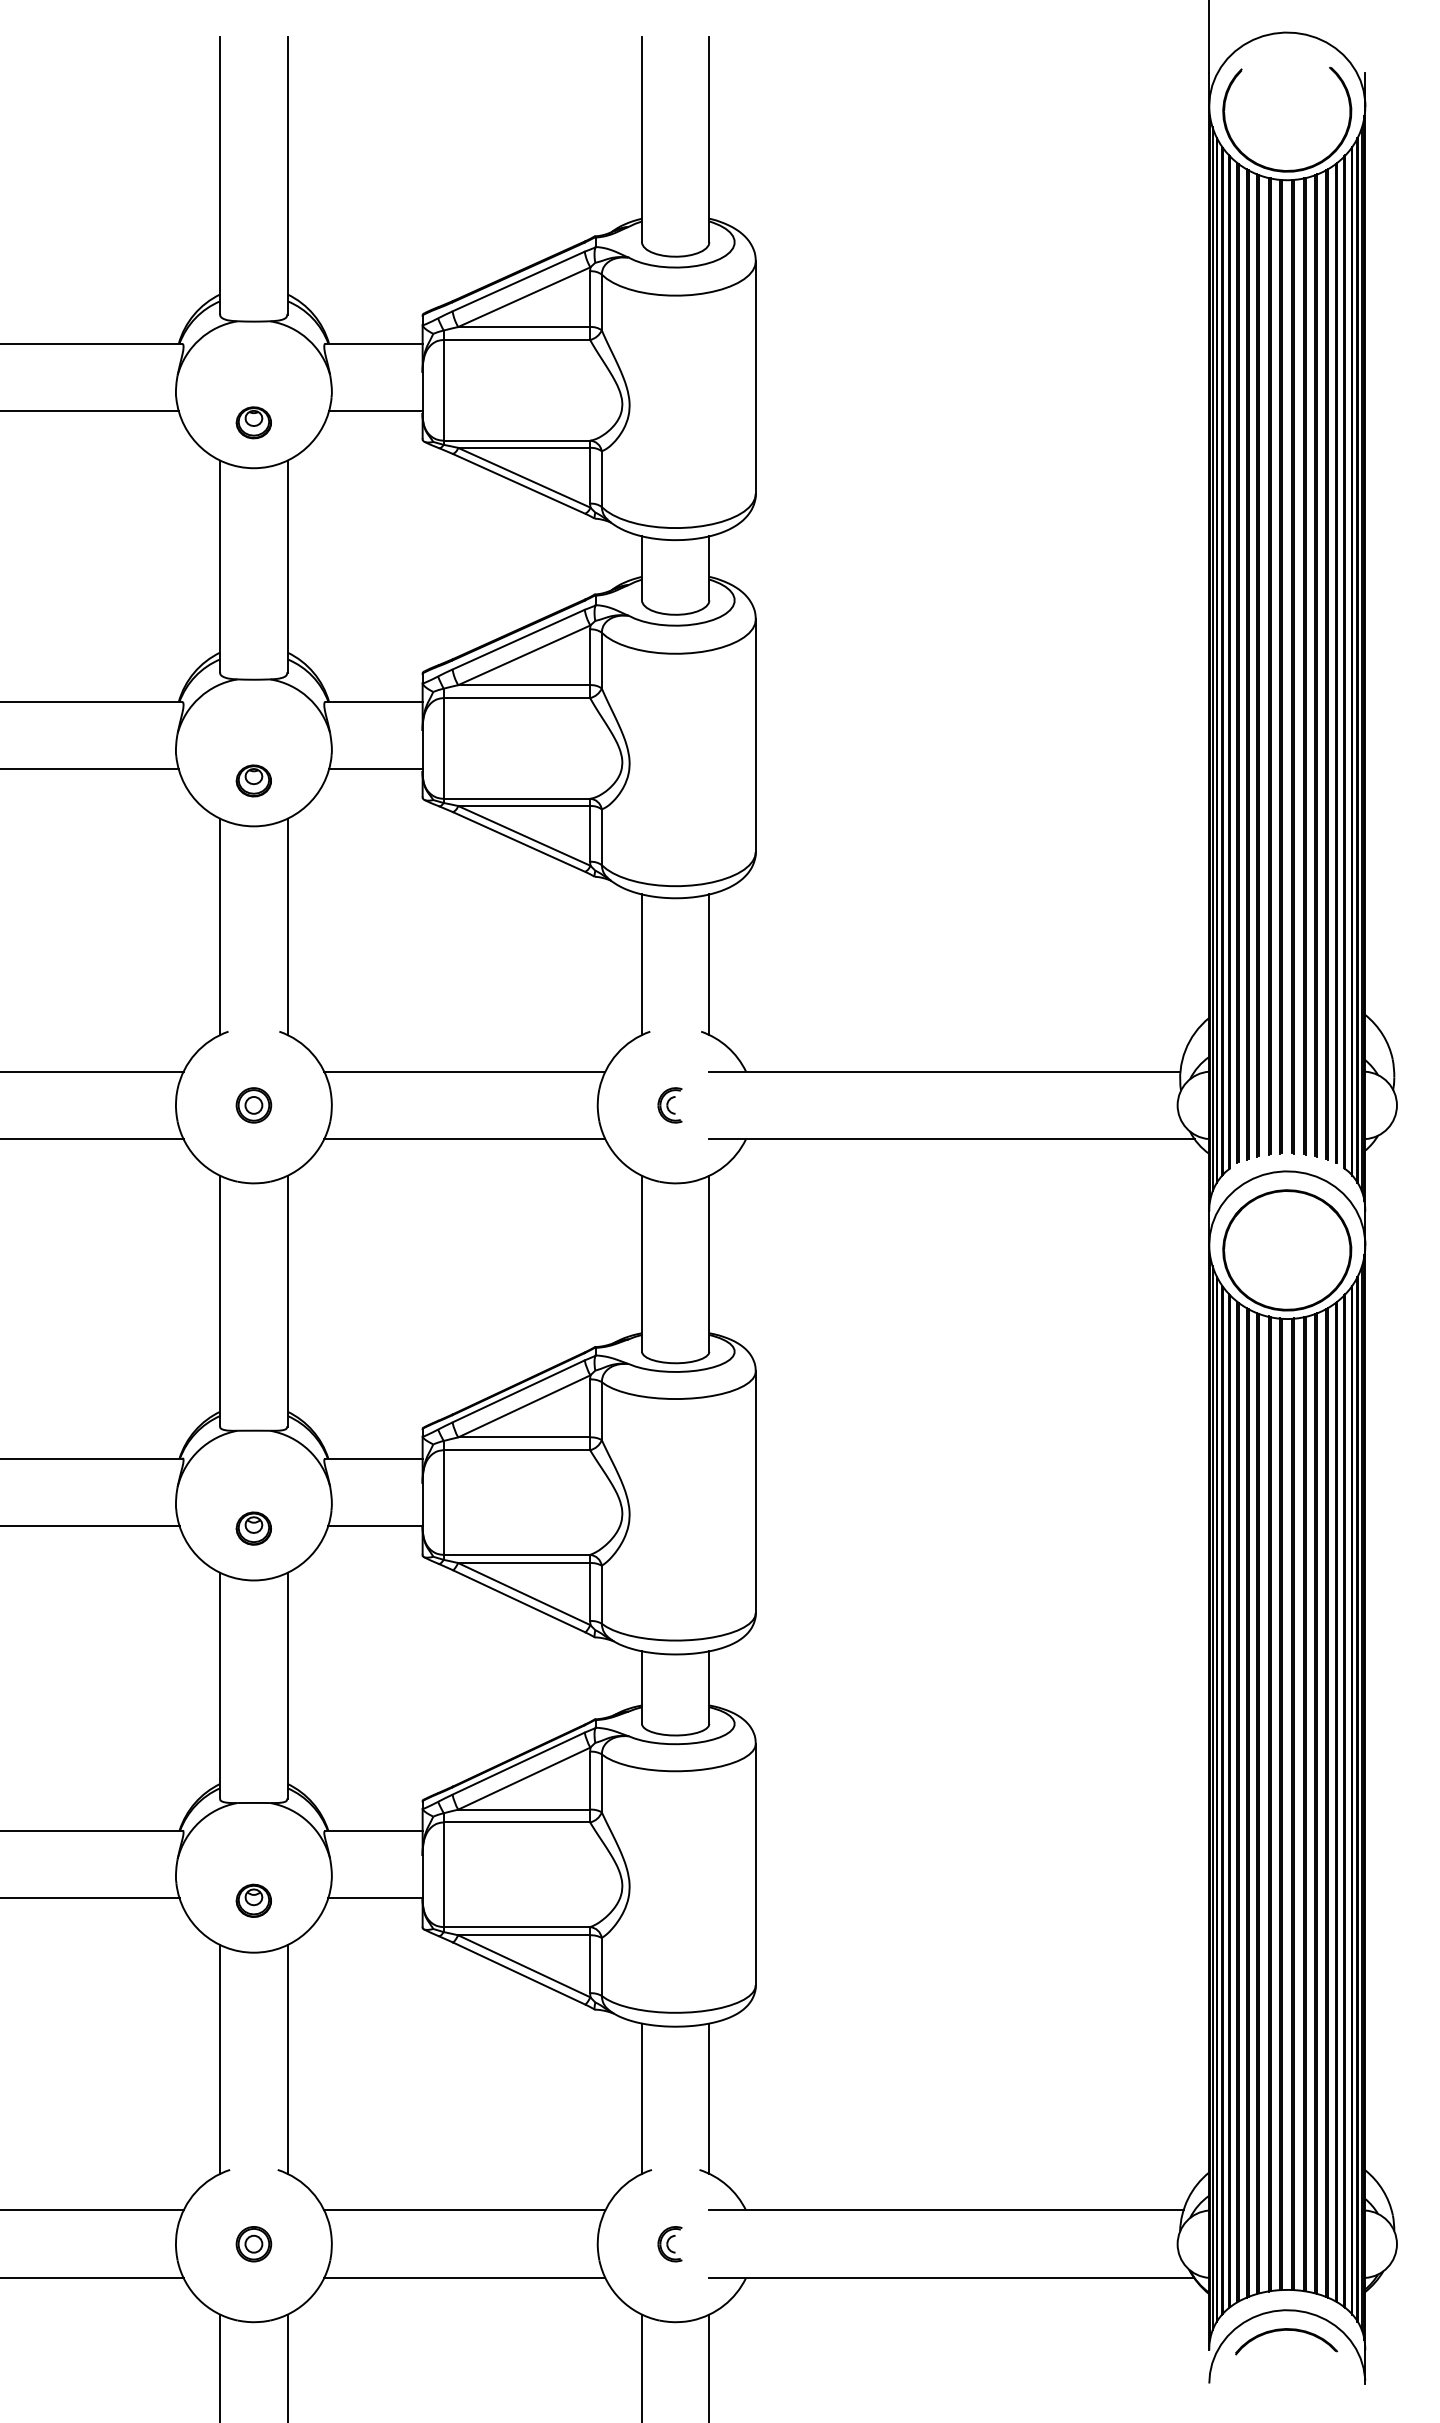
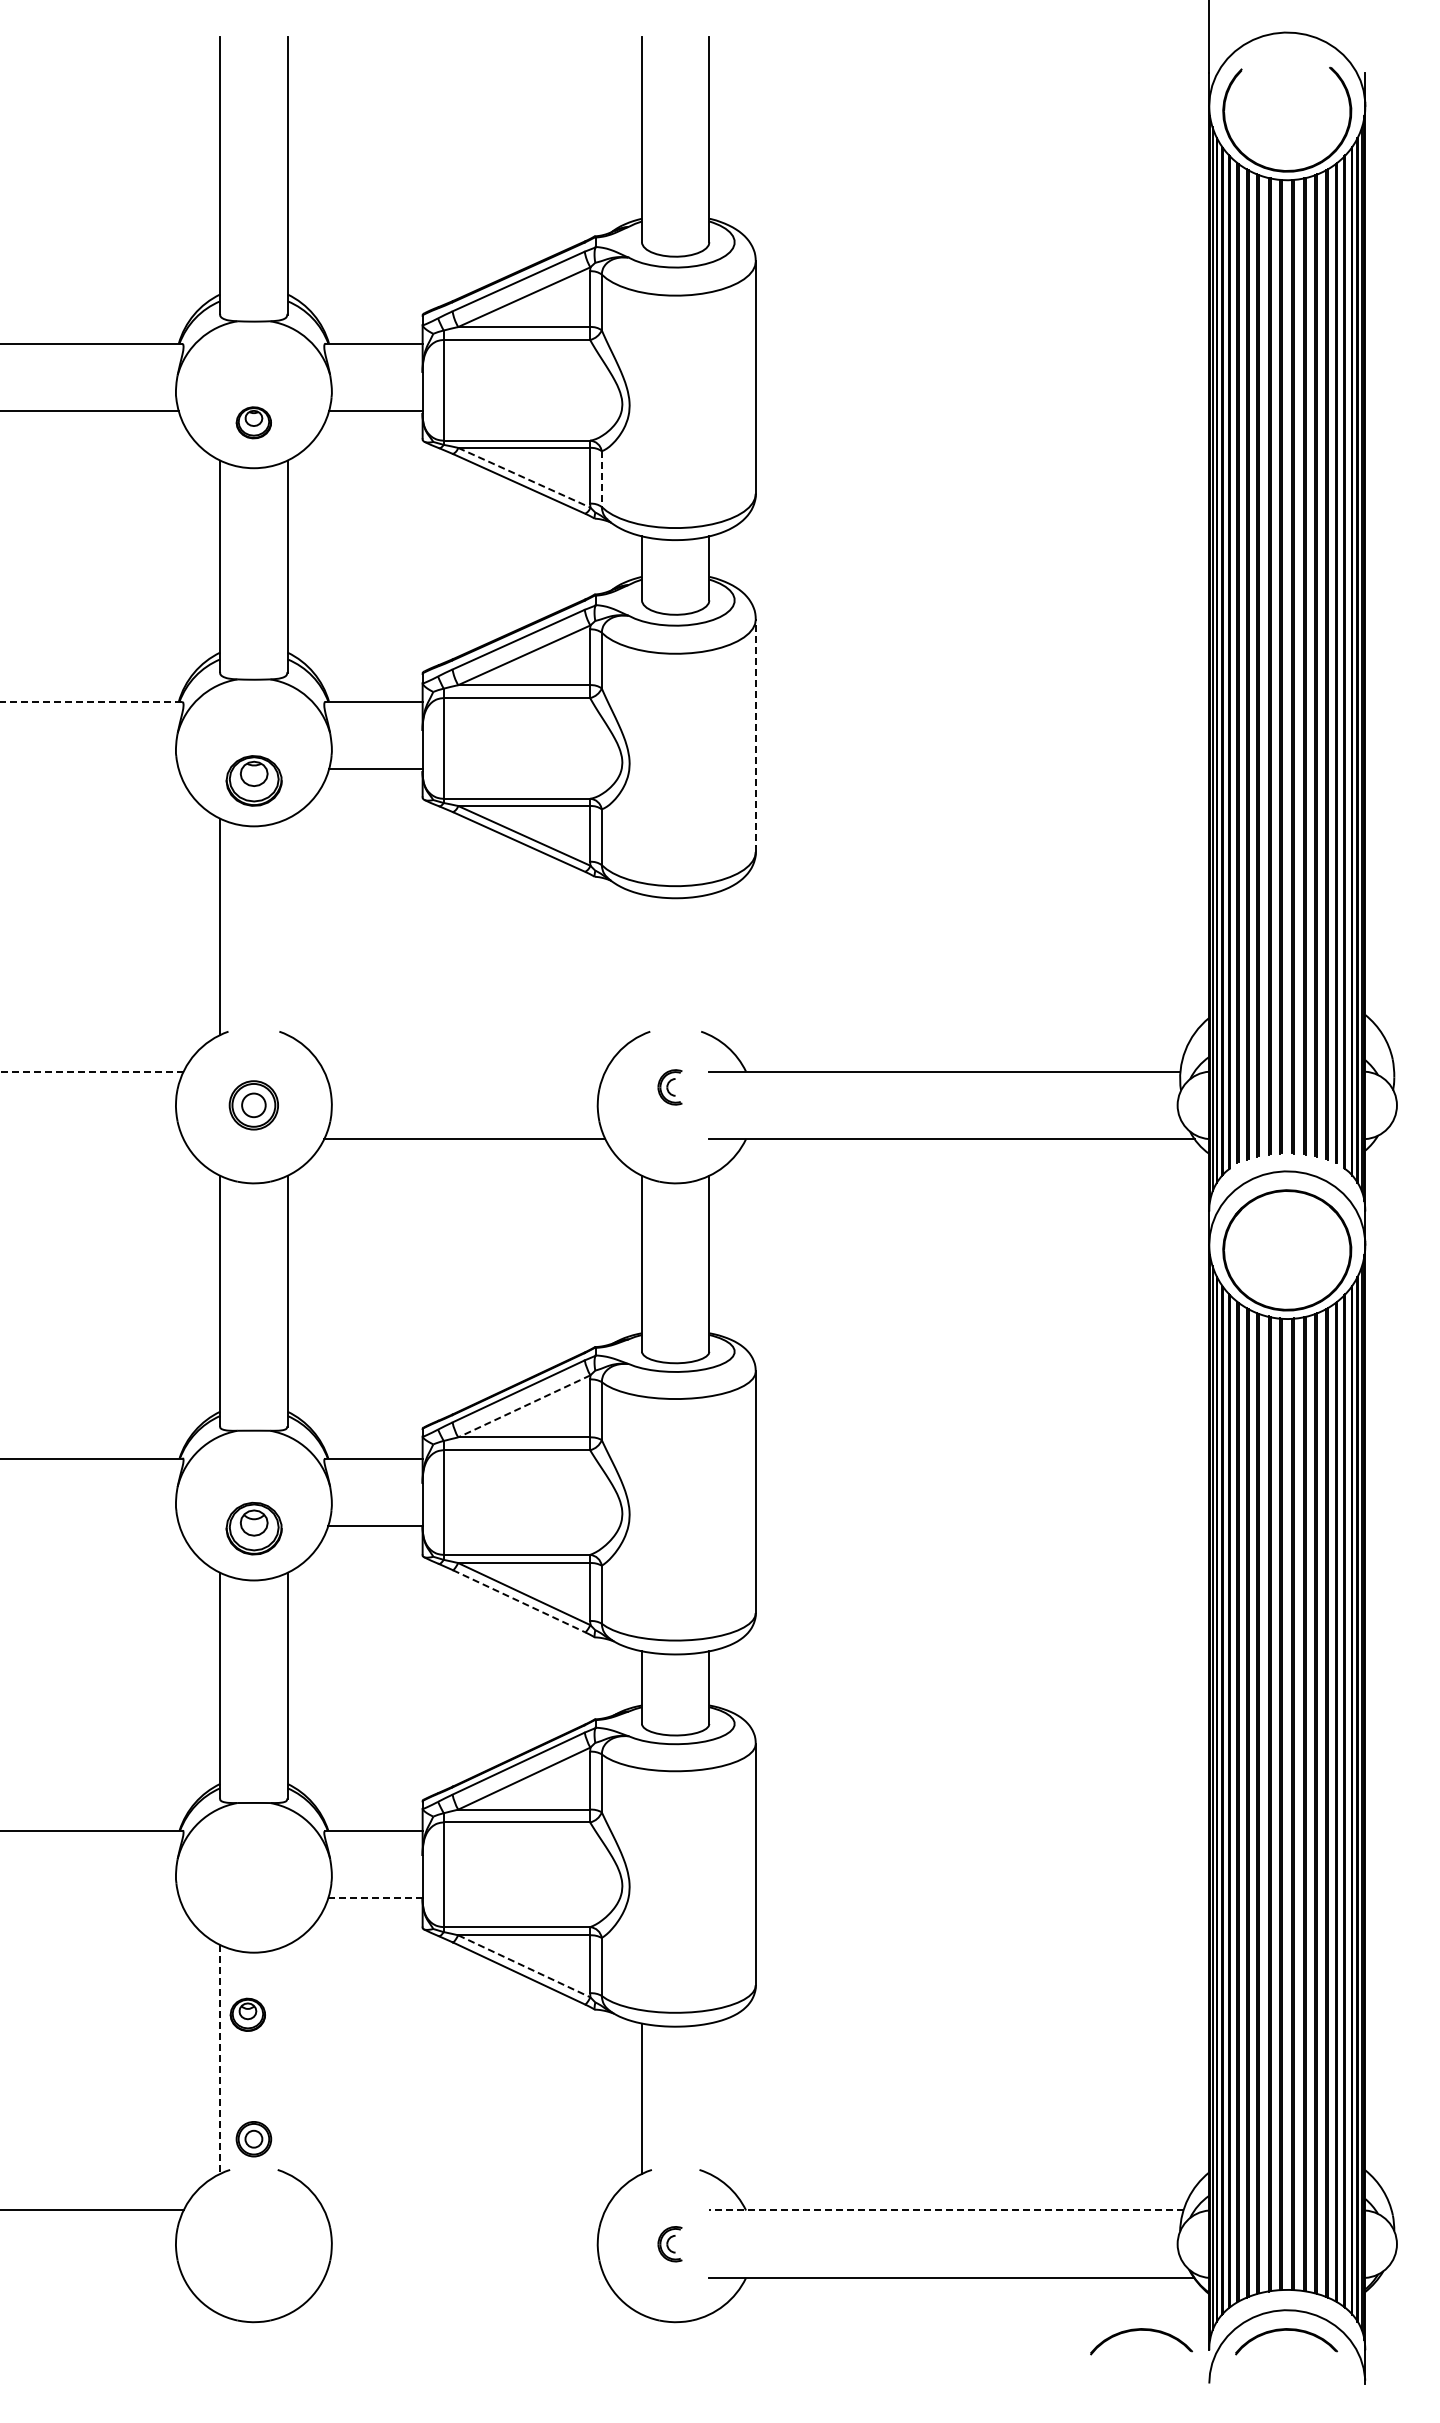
line at (524, 477): solid -> dashed
line at (601, 479): solid -> dashed
line at (91, 701): solid -> dashed
line at (755, 735): solid -> dashed
line at (90, 769): present -> none
part at (253, 780) size: 37x34 px -> 58x52 px
line at (287, 926): present -> none
line at (641, 964): present -> none
line at (709, 964): present -> none
line at (91, 1071): solid -> dashed
line at (464, 1071): present -> none
part at (253, 1105) size: 38x37 px -> 51x51 px
part at (669, 1105) position: (669, 1105) -> (669, 1087)
line at (92, 1139): present -> none
line at (523, 1406): solid -> dashed
line at (90, 1526): present -> none
part at (253, 1528) size: 37x35 px -> 58x55 px
line at (519, 1601): solid -> dashed
line at (90, 1898): present -> none
line at (375, 1898): solid -> dashed
part at (253, 1900) position: (253, 1900) -> (247, 2014)
line at (524, 1966): solid -> dashed
line at (220, 2059): solid -> dashed
line at (287, 2059): present -> none
line at (709, 2098): present -> none
line at (464, 2210): present -> none
line at (945, 2210): solid -> dashed
part at (253, 2244) position: (253, 2244) -> (253, 2139)
line at (92, 2277): present -> none
line at (464, 2277): present -> none
part at (1141, 2330): none -> present
line at (220, 2366): present -> none
line at (287, 2366): present -> none
line at (641, 2366): present -> none
line at (709, 2366): present -> none
